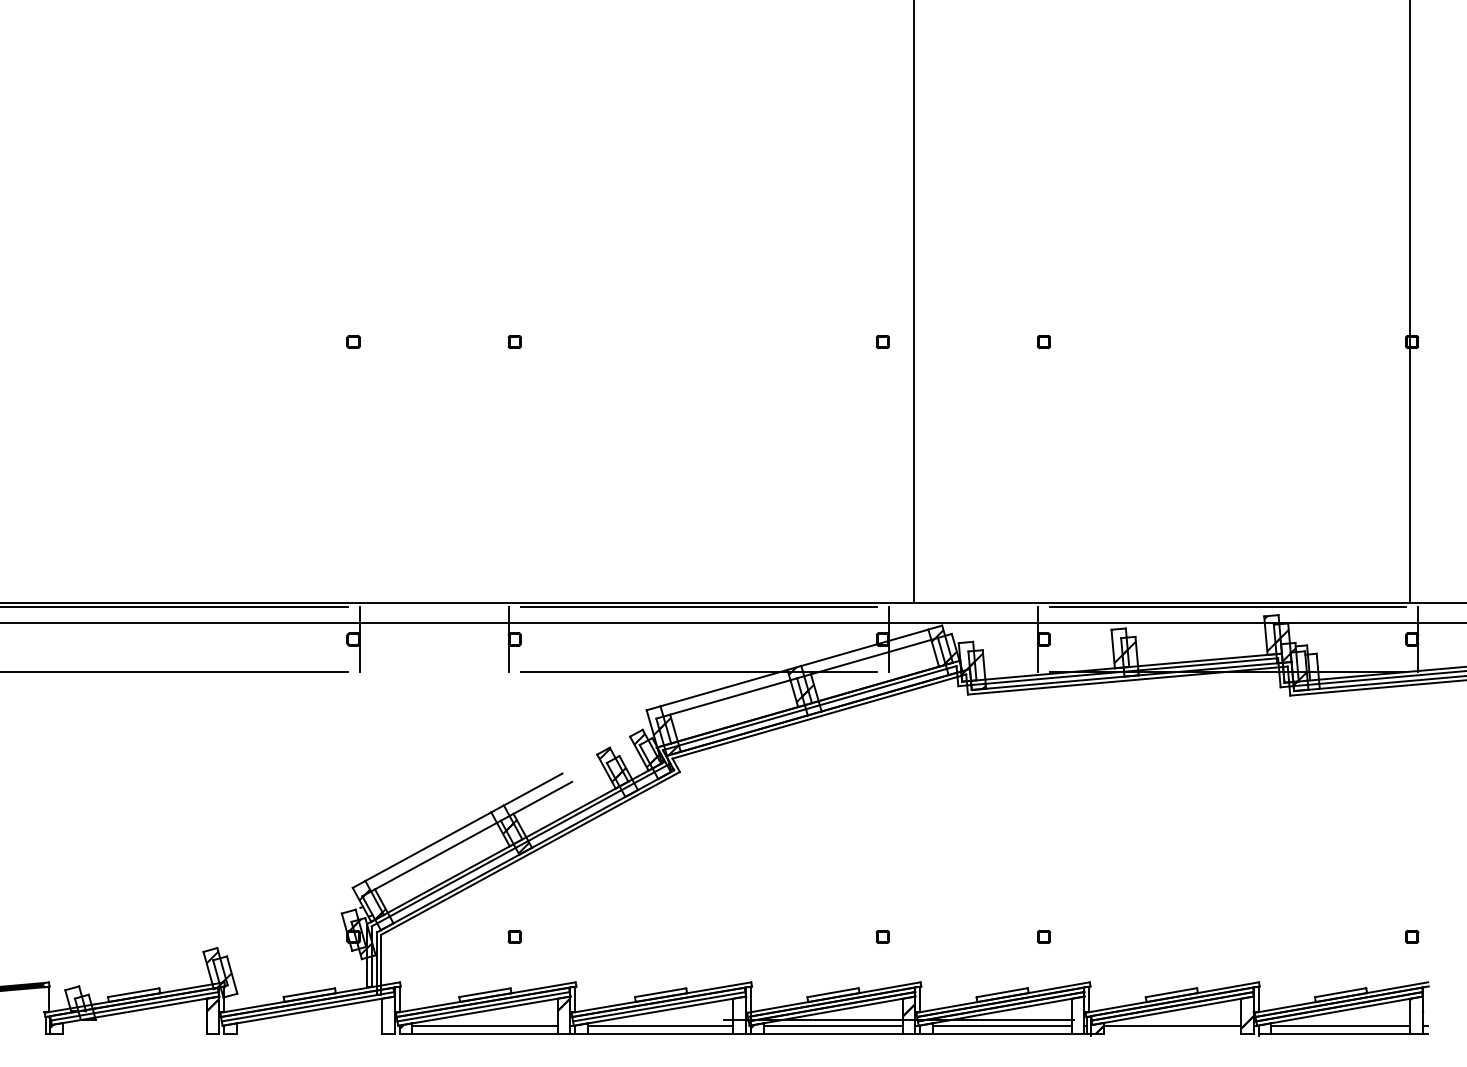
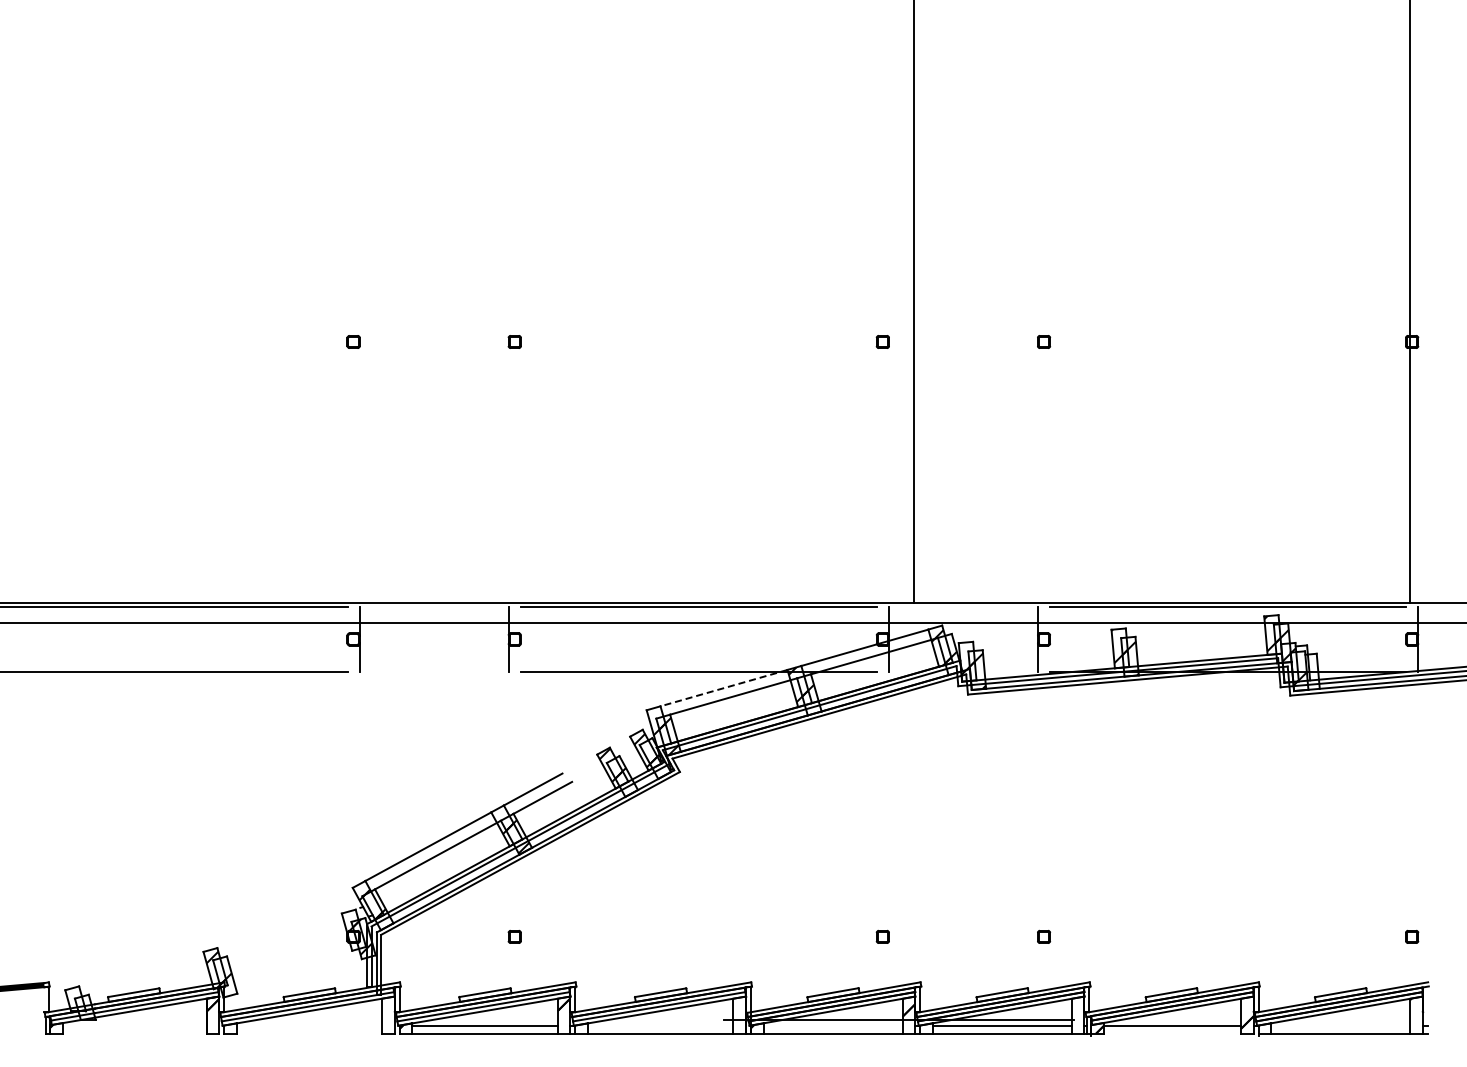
line at (723, 688): solid -> dashed
line at (660, 1026): present -> none
line at (832, 1026): present -> none
line at (1340, 1026): present -> none
